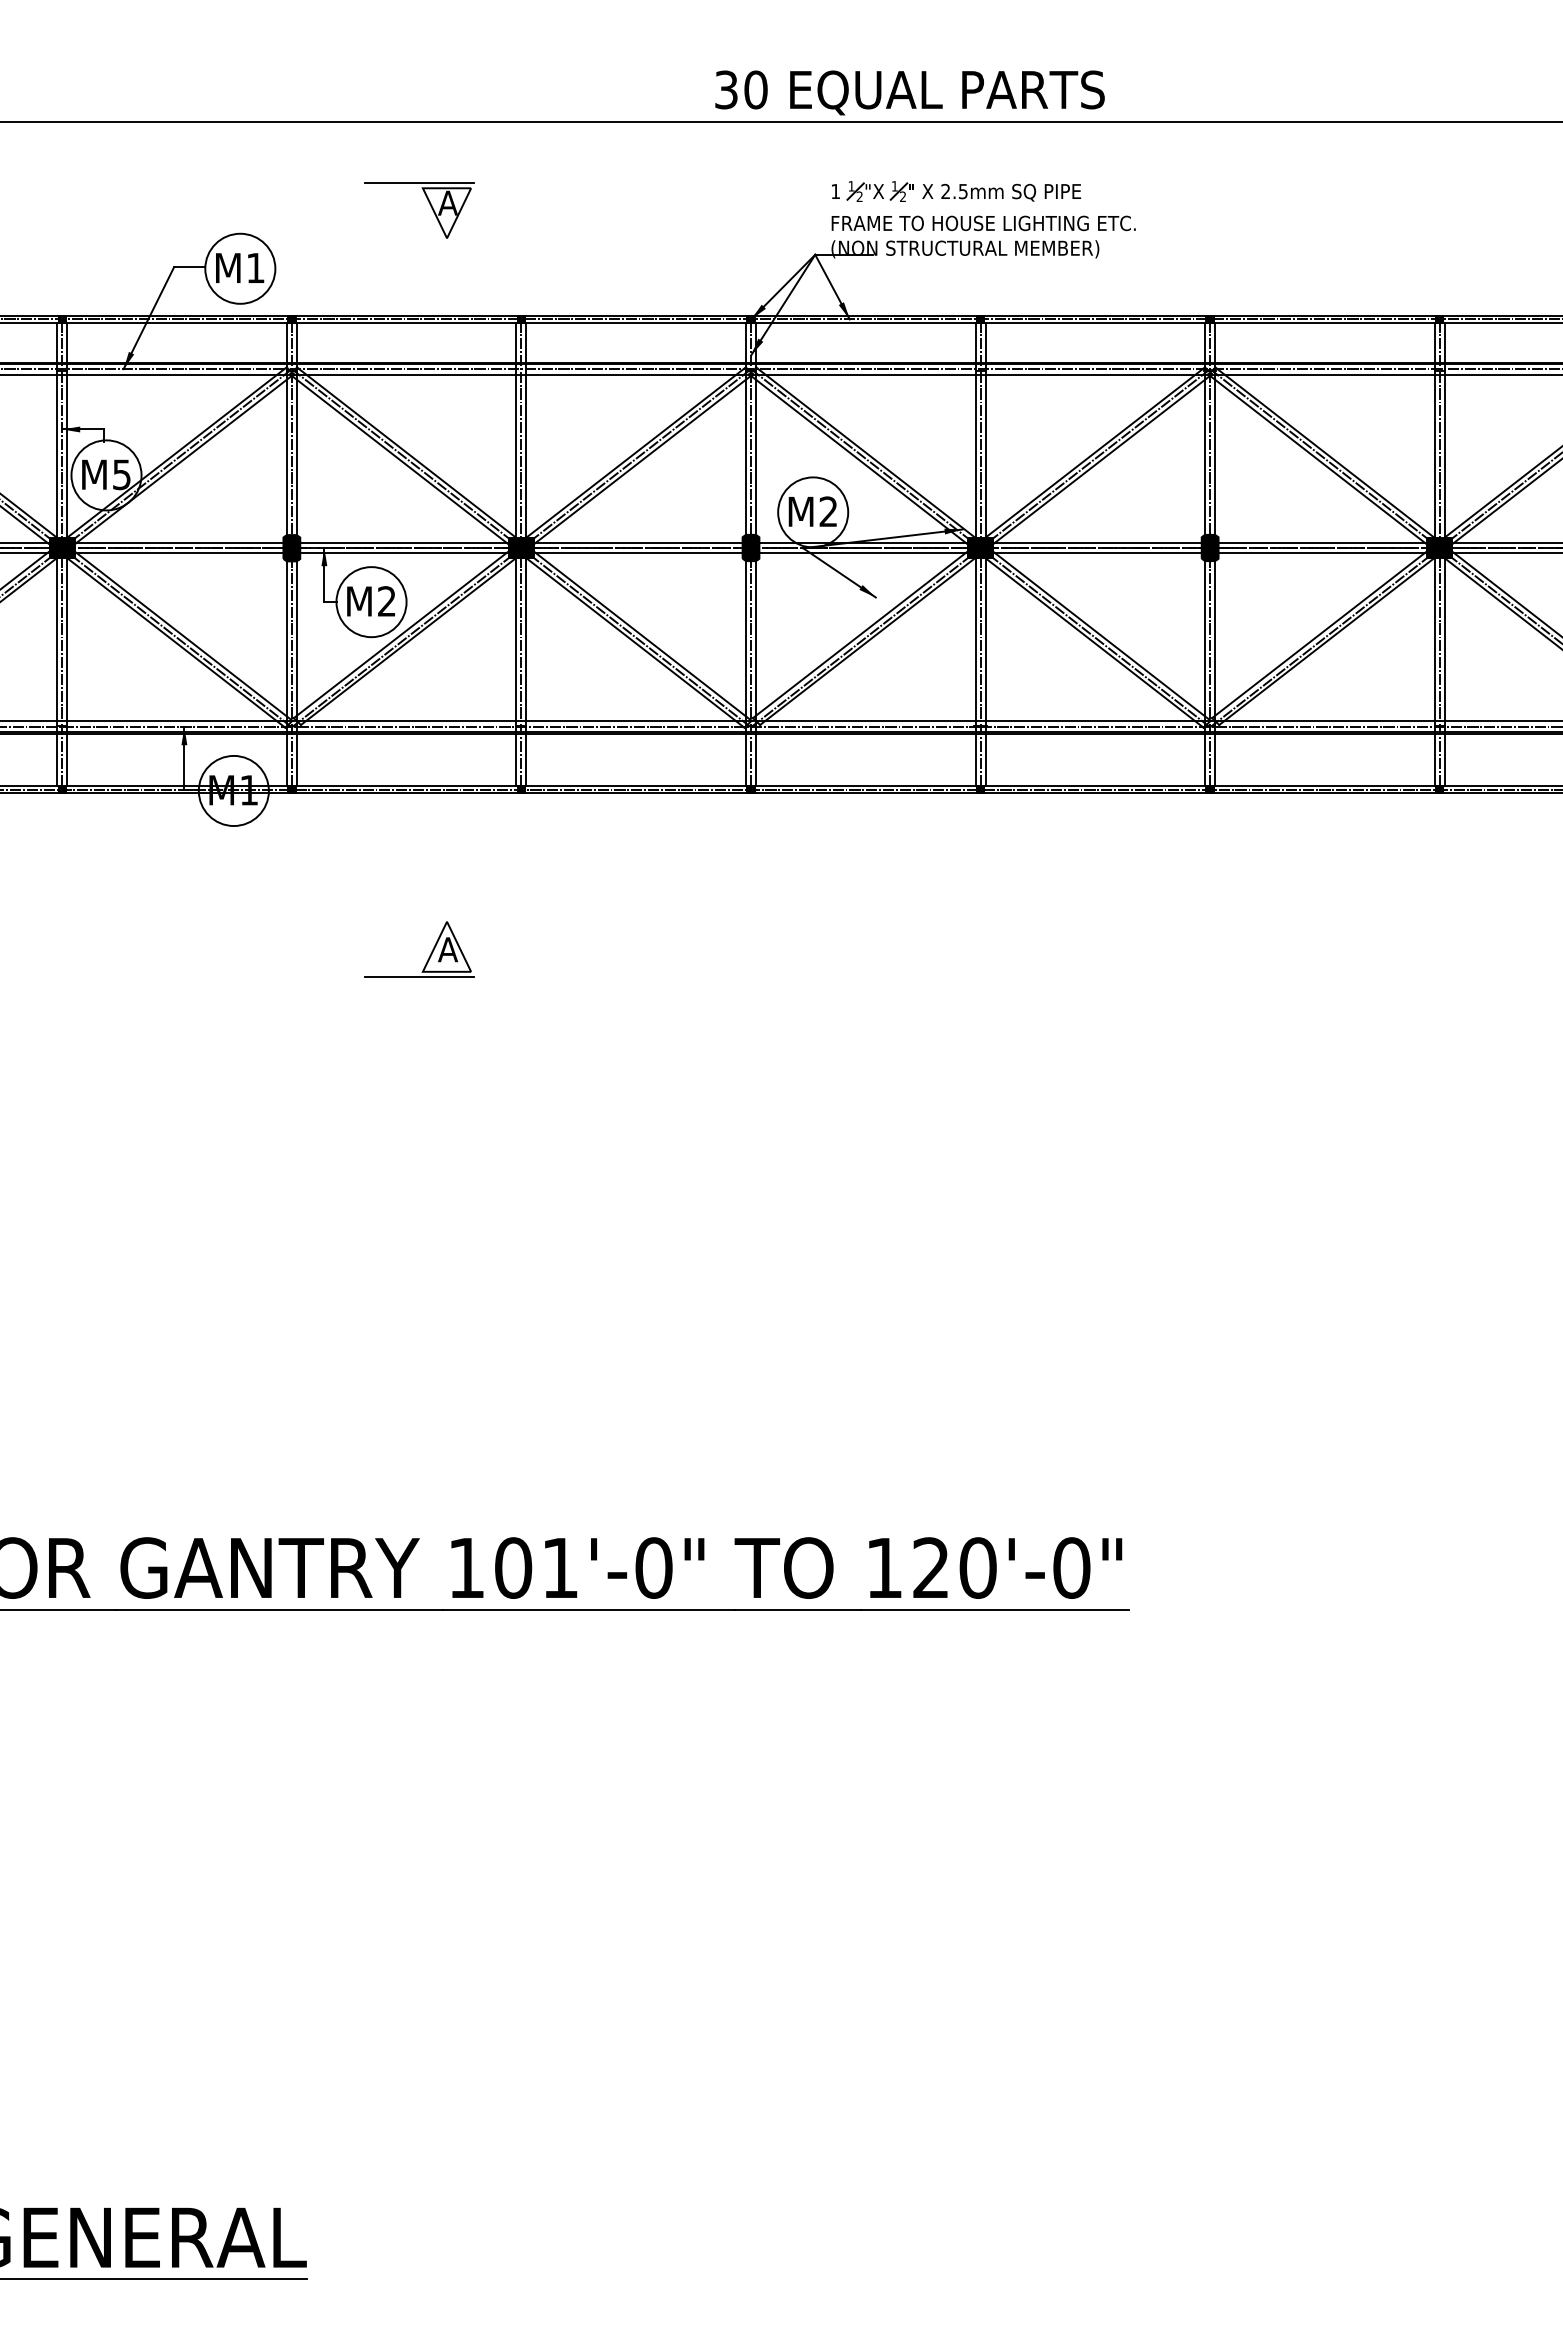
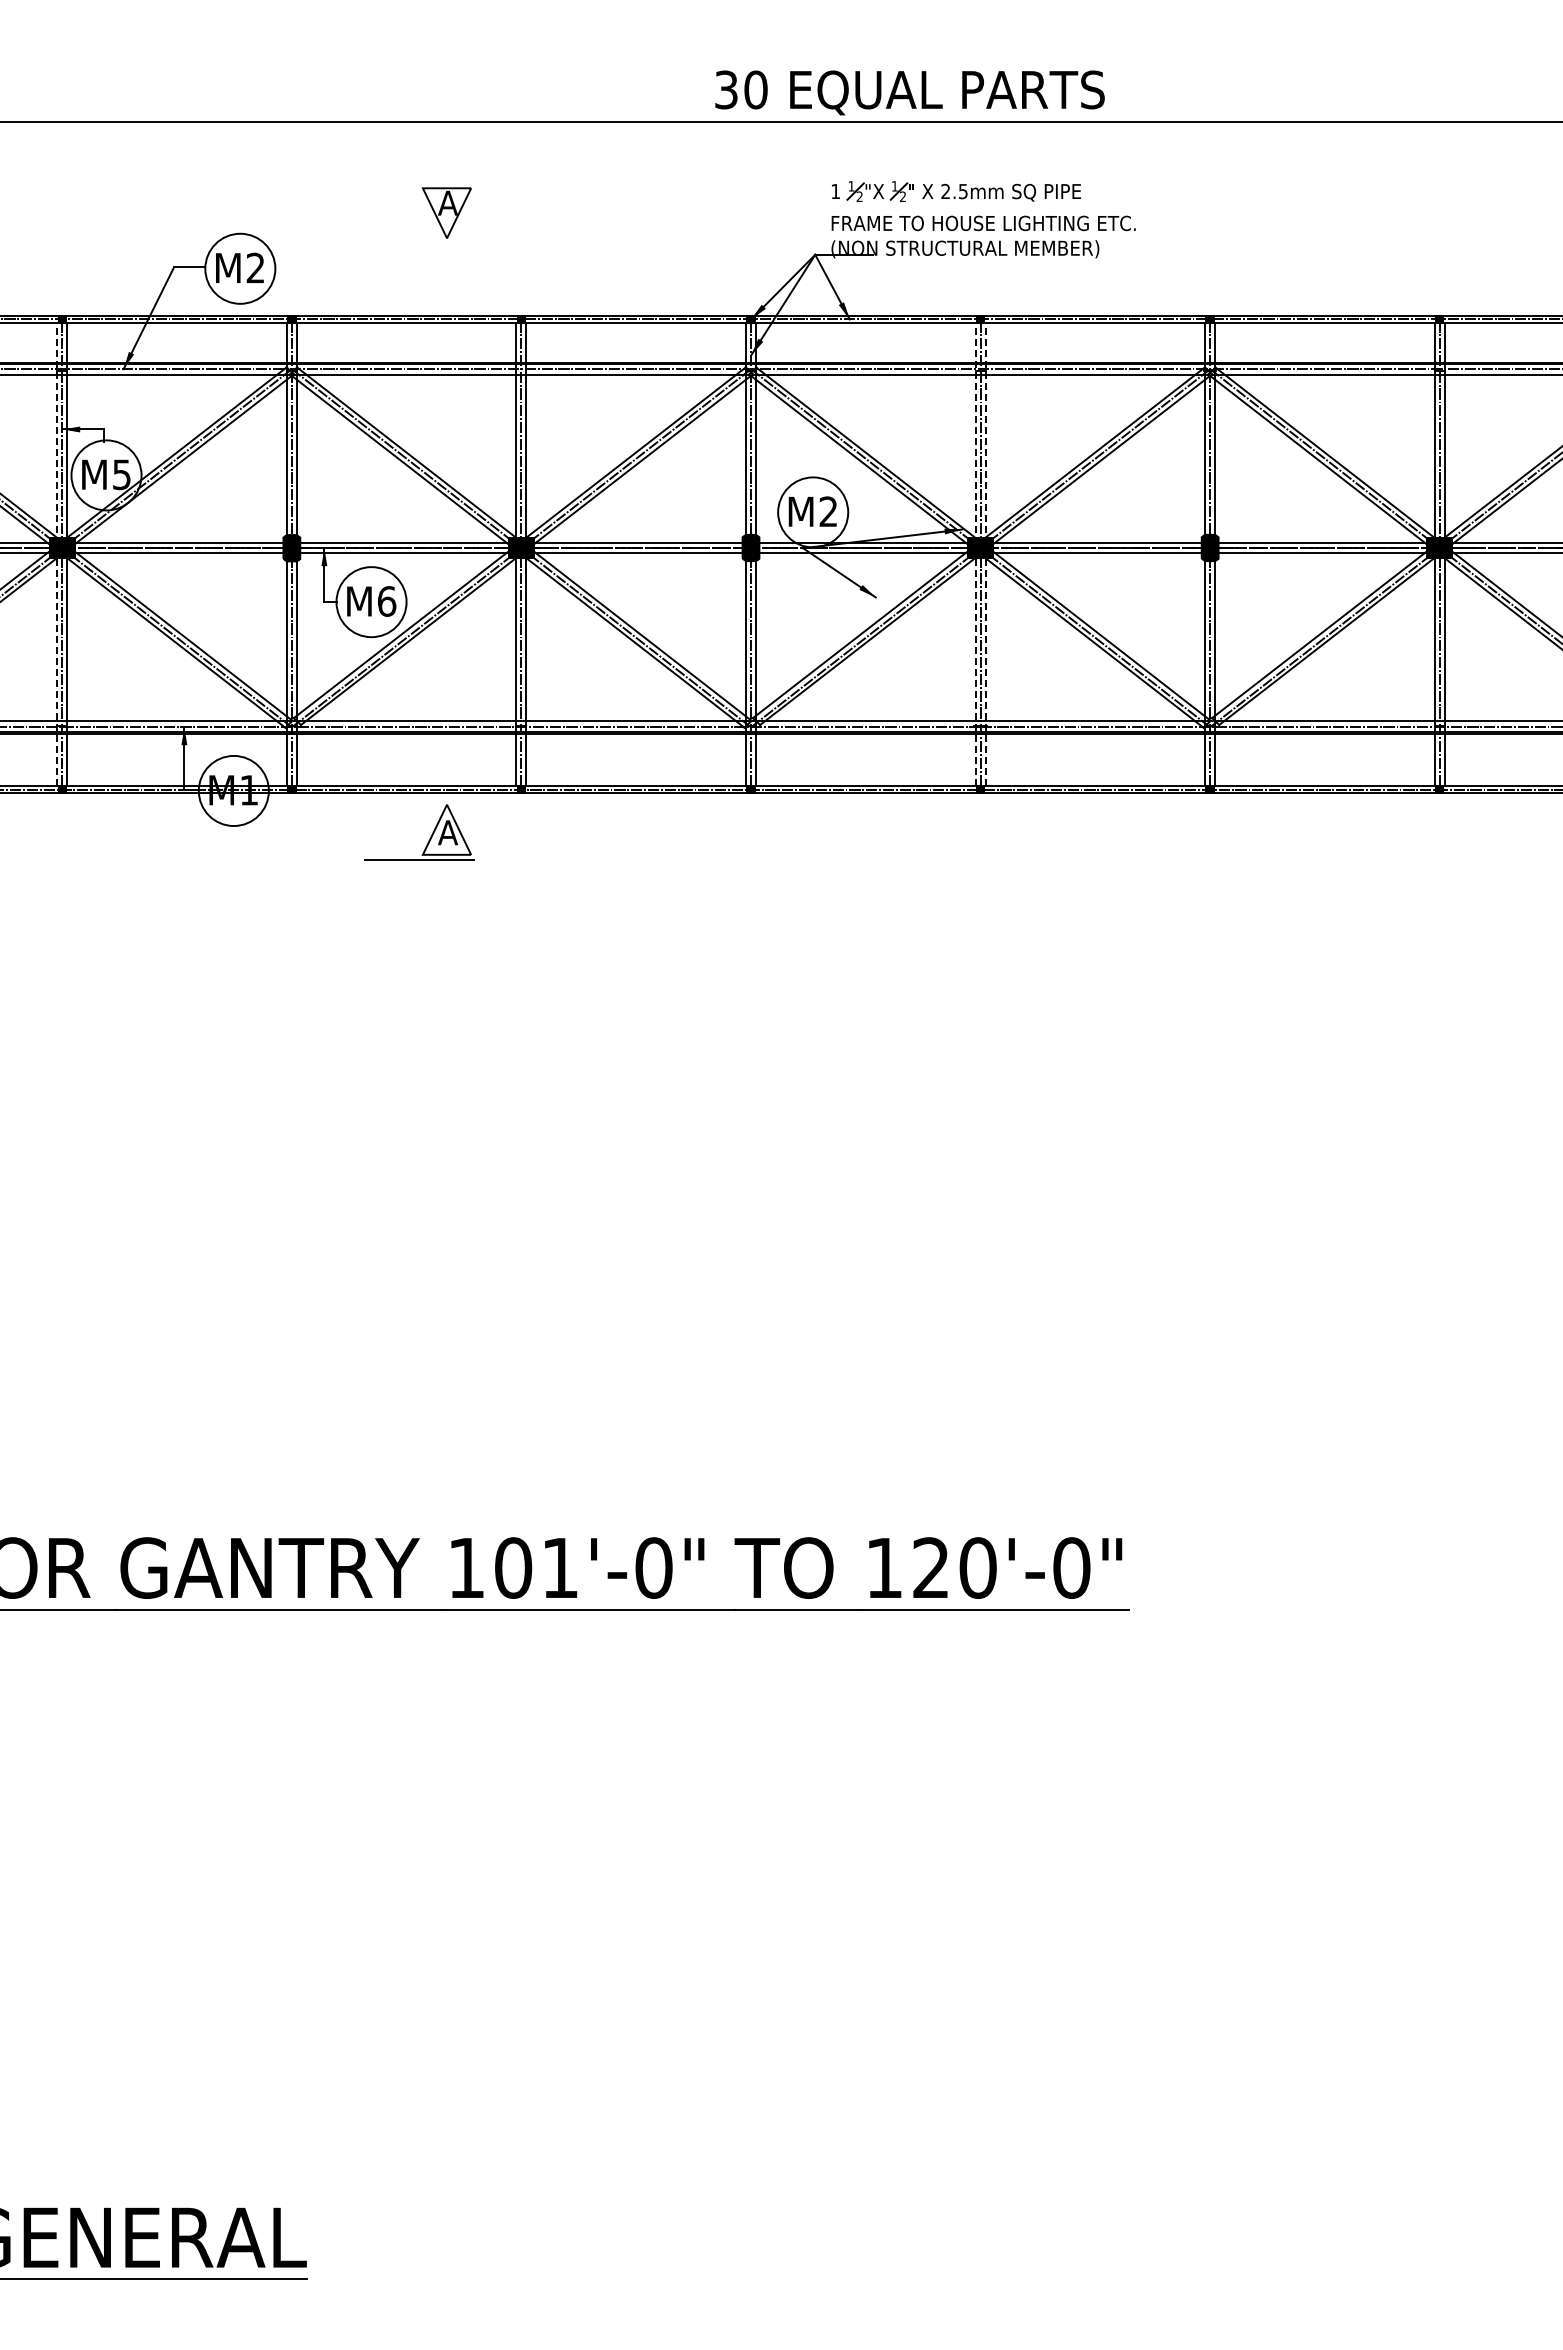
line at (419, 183): present -> none
text at (255, 267): M1 -> M2
line at (57, 553): solid -> dashed
line at (975, 553): solid -> dashed
line at (985, 553): solid -> dashed
text at (387, 601): M2 -> M6
part at (429, 955) position: (429, 955) -> (429, 838)
